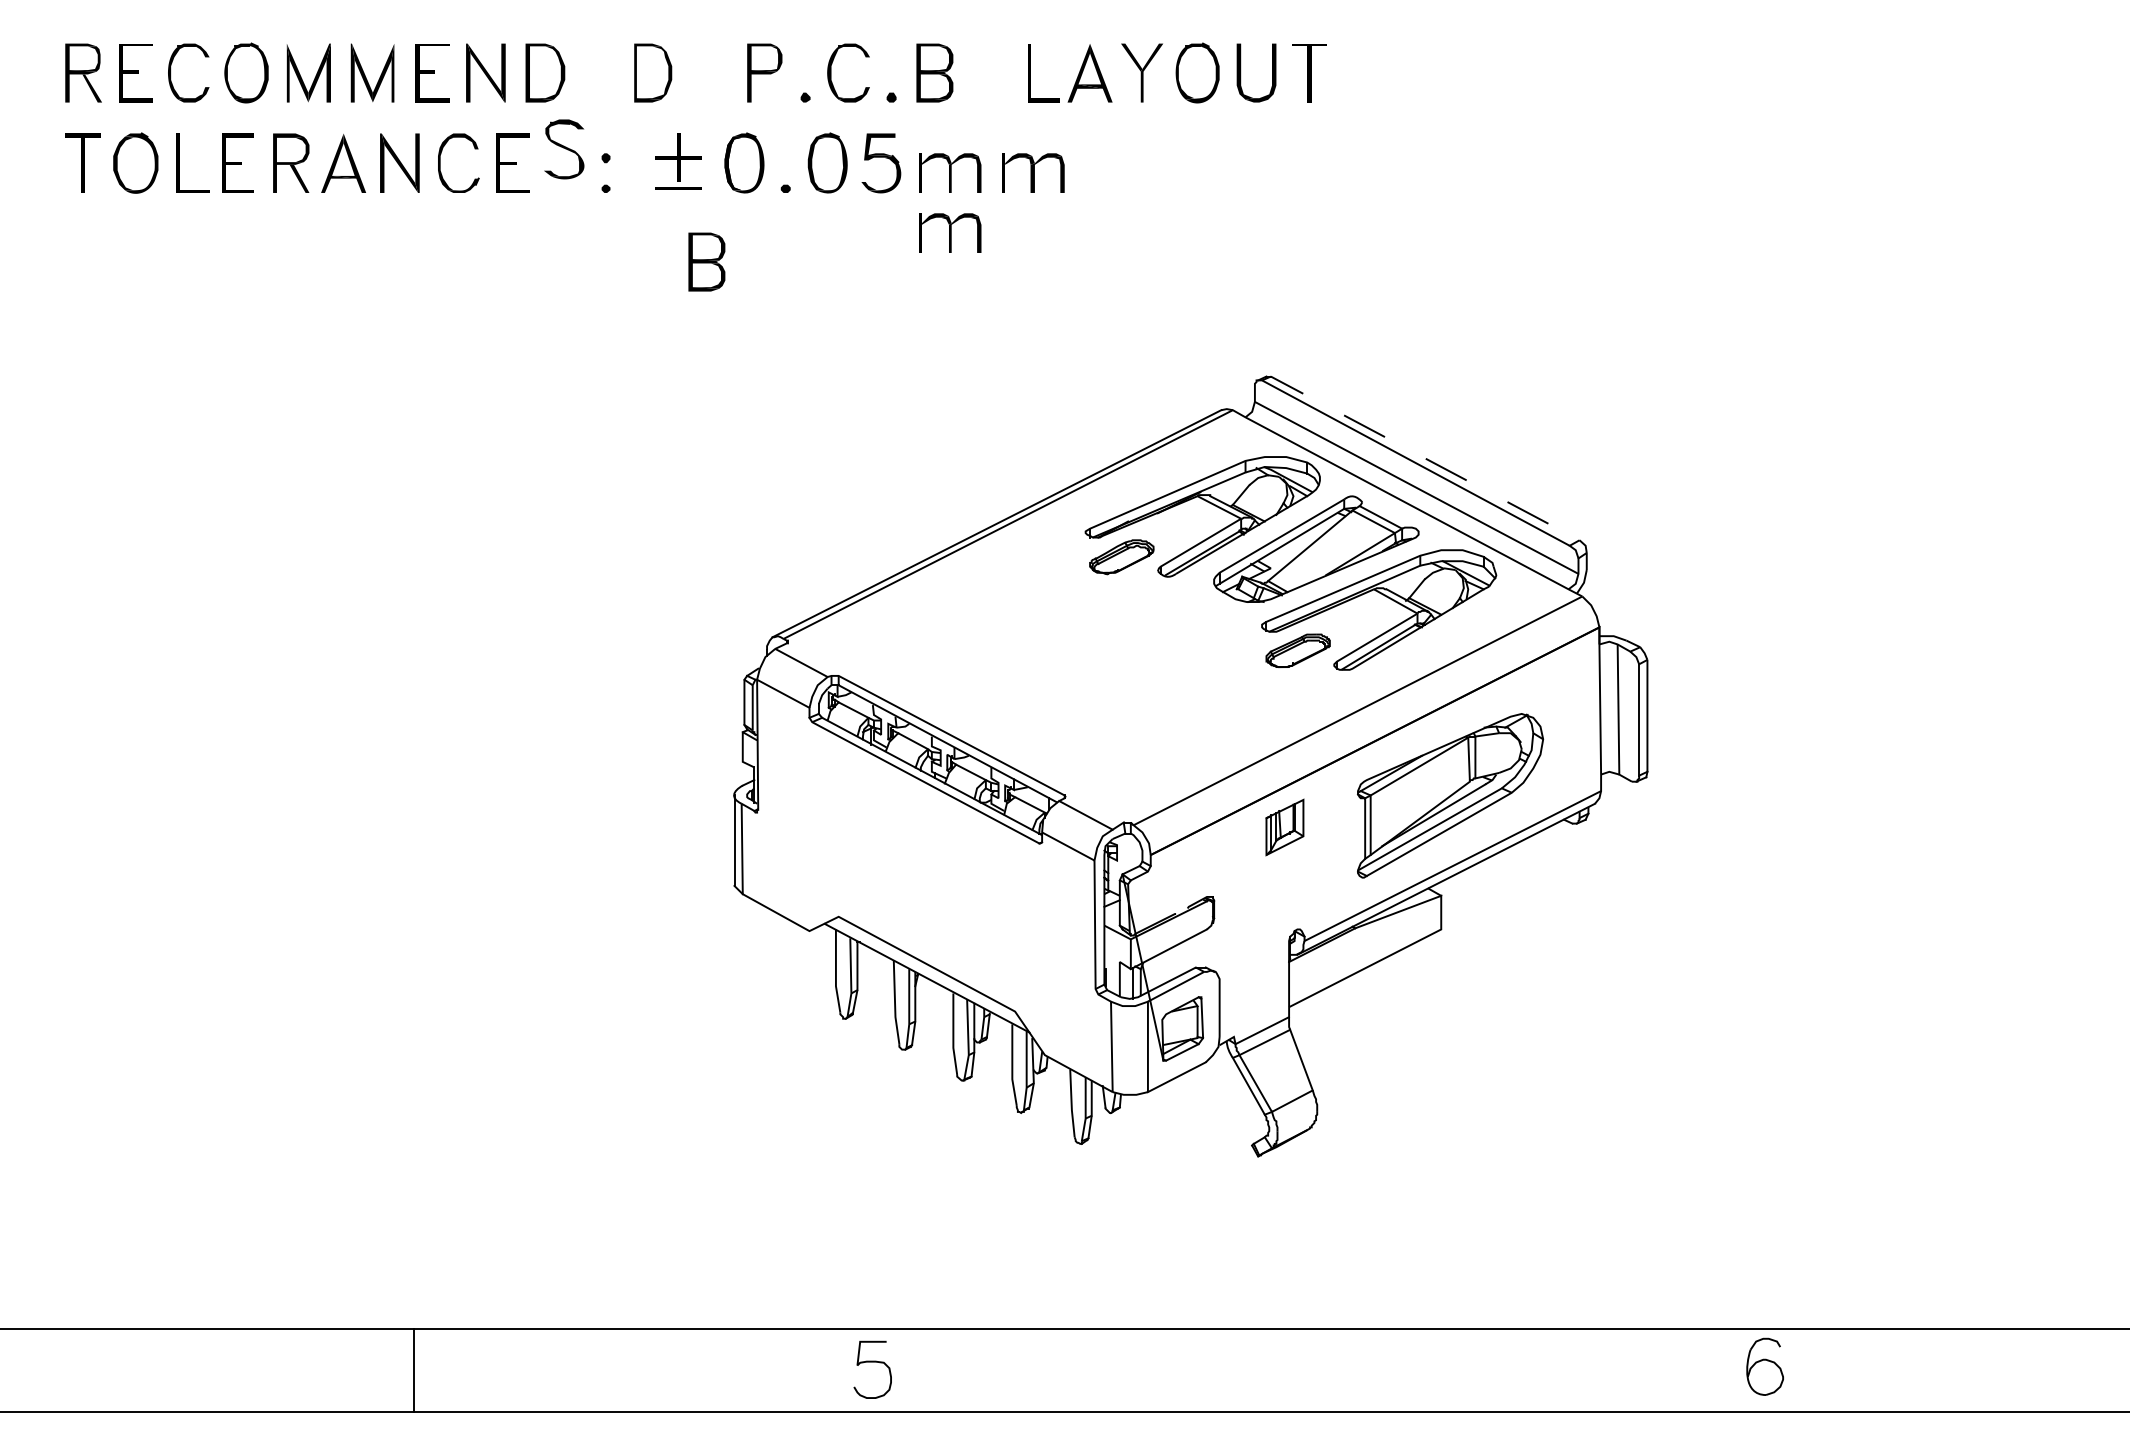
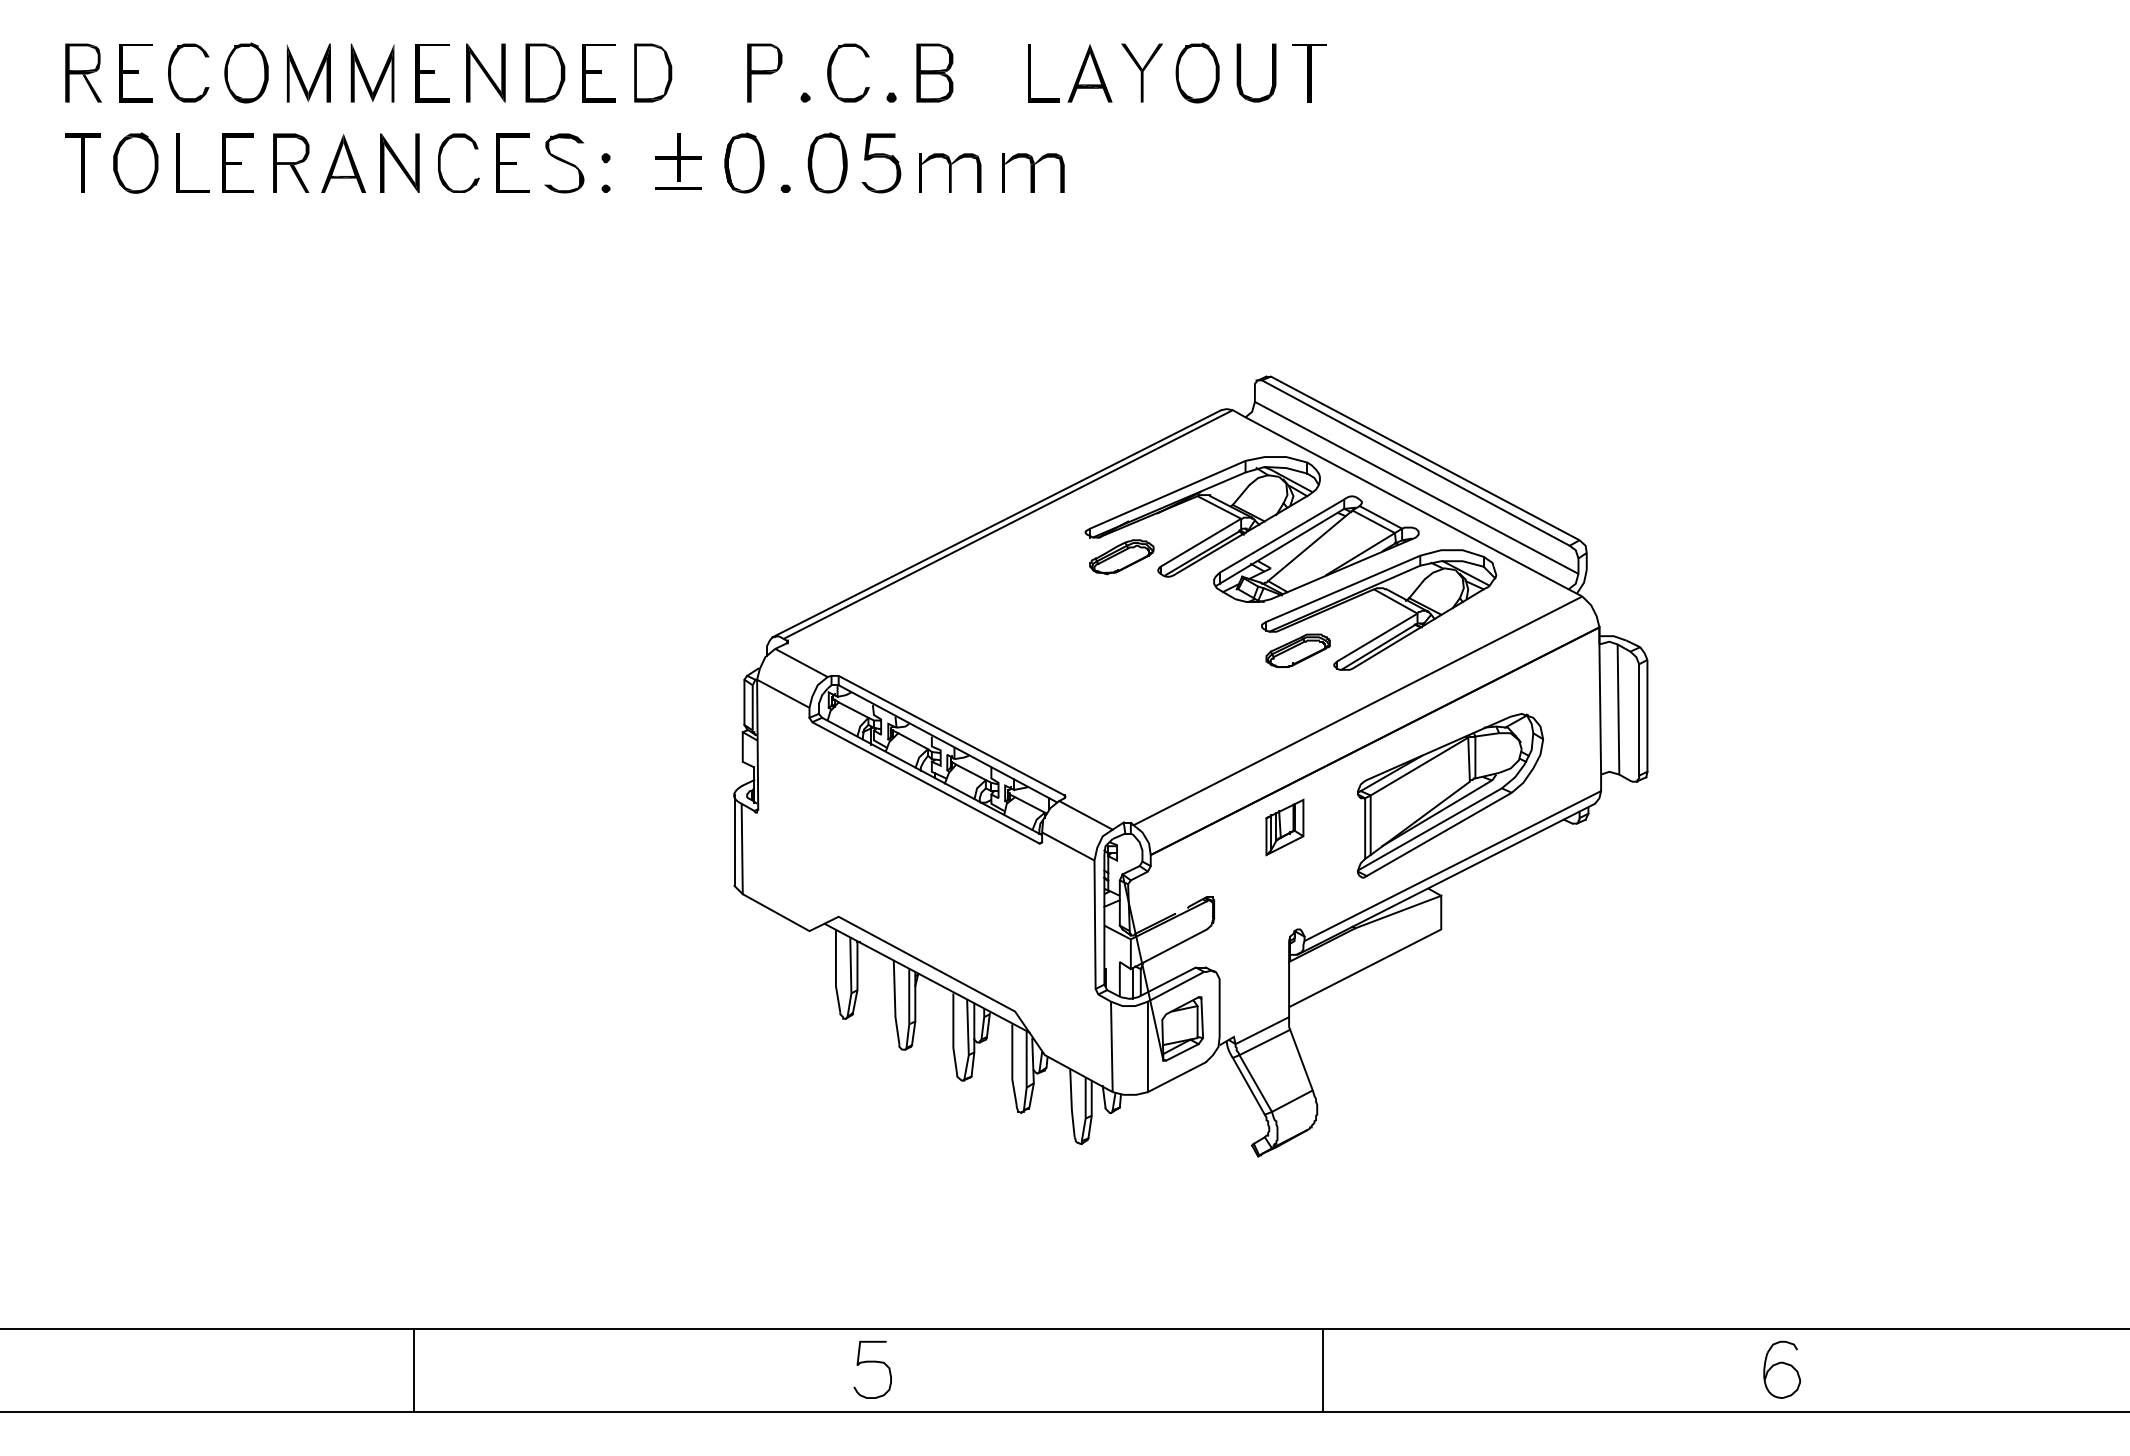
fill at (598, 72): none -> present
part at (564, 149) position: (564, 149) -> (564, 163)
part at (950, 232): present -> none
part at (706, 261): present -> none
line at (1420, 456): dashed -> solid
part at (1764, 1366) position: (1764, 1366) -> (1781, 1369)
line at (1322, 1370): none -> present
